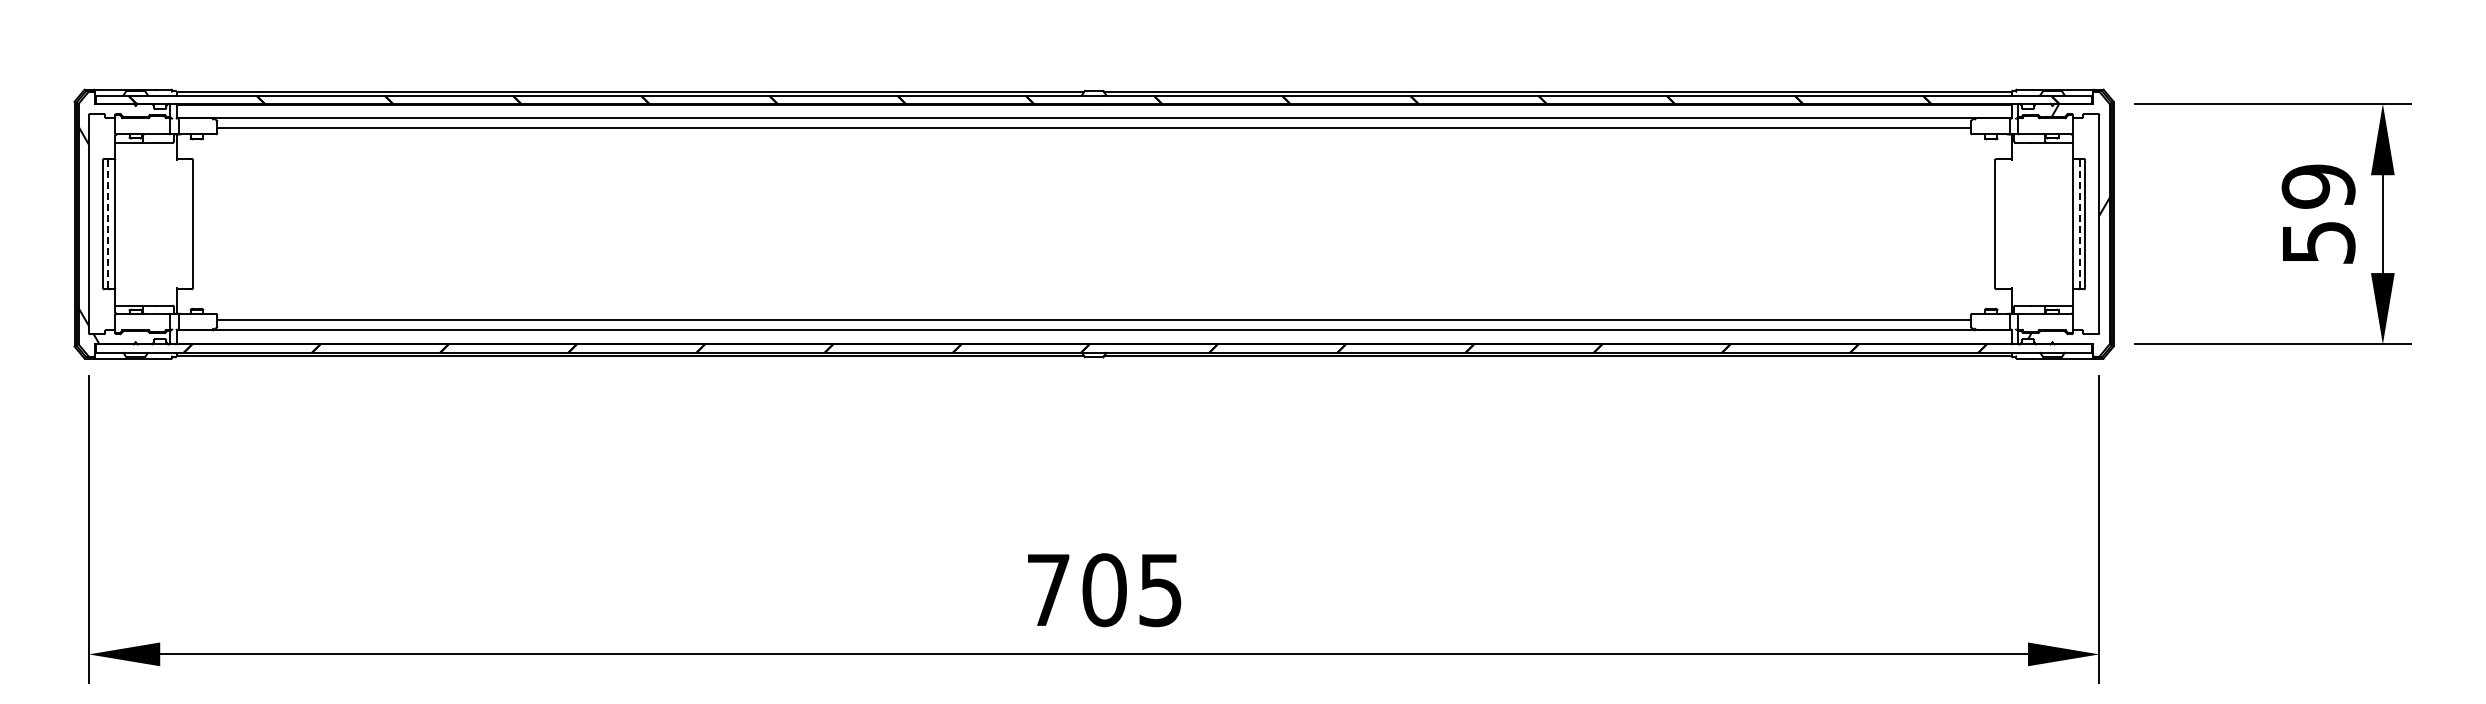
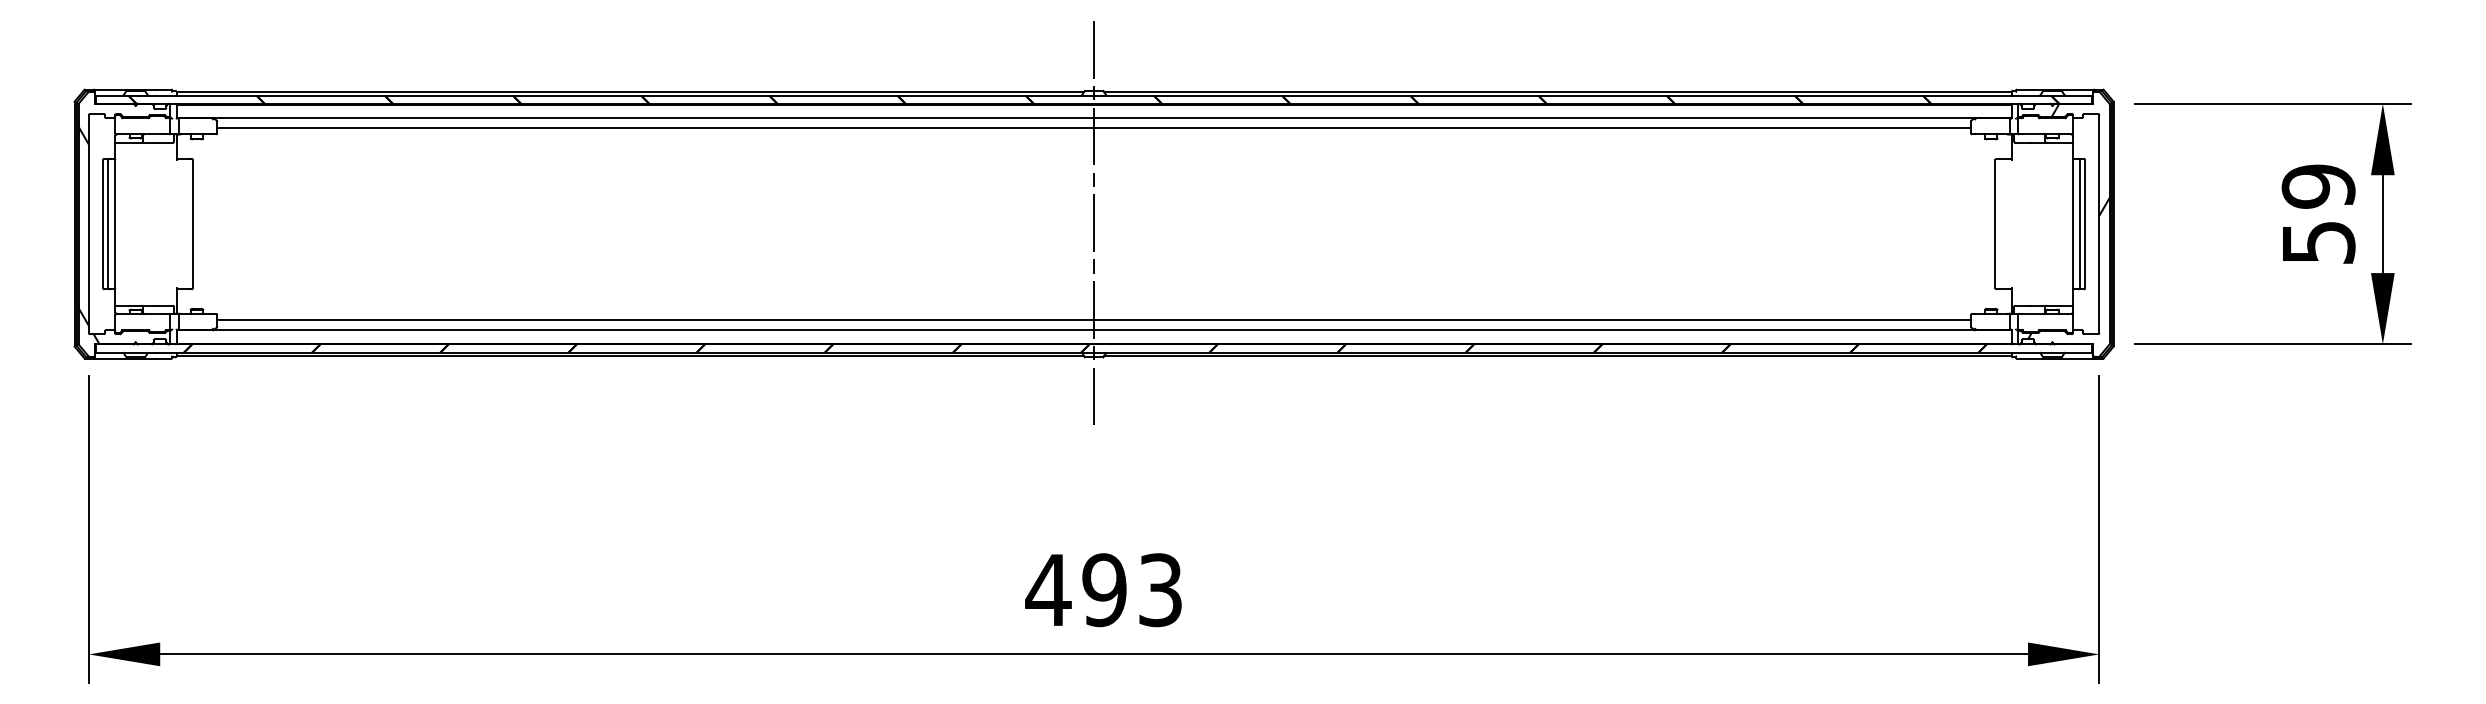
line at (2079, 223): dashed -> solid
line at (108, 224): dashed -> solid
line at (1094, 224): none -> present
text at (1103, 590): 705 -> 493
